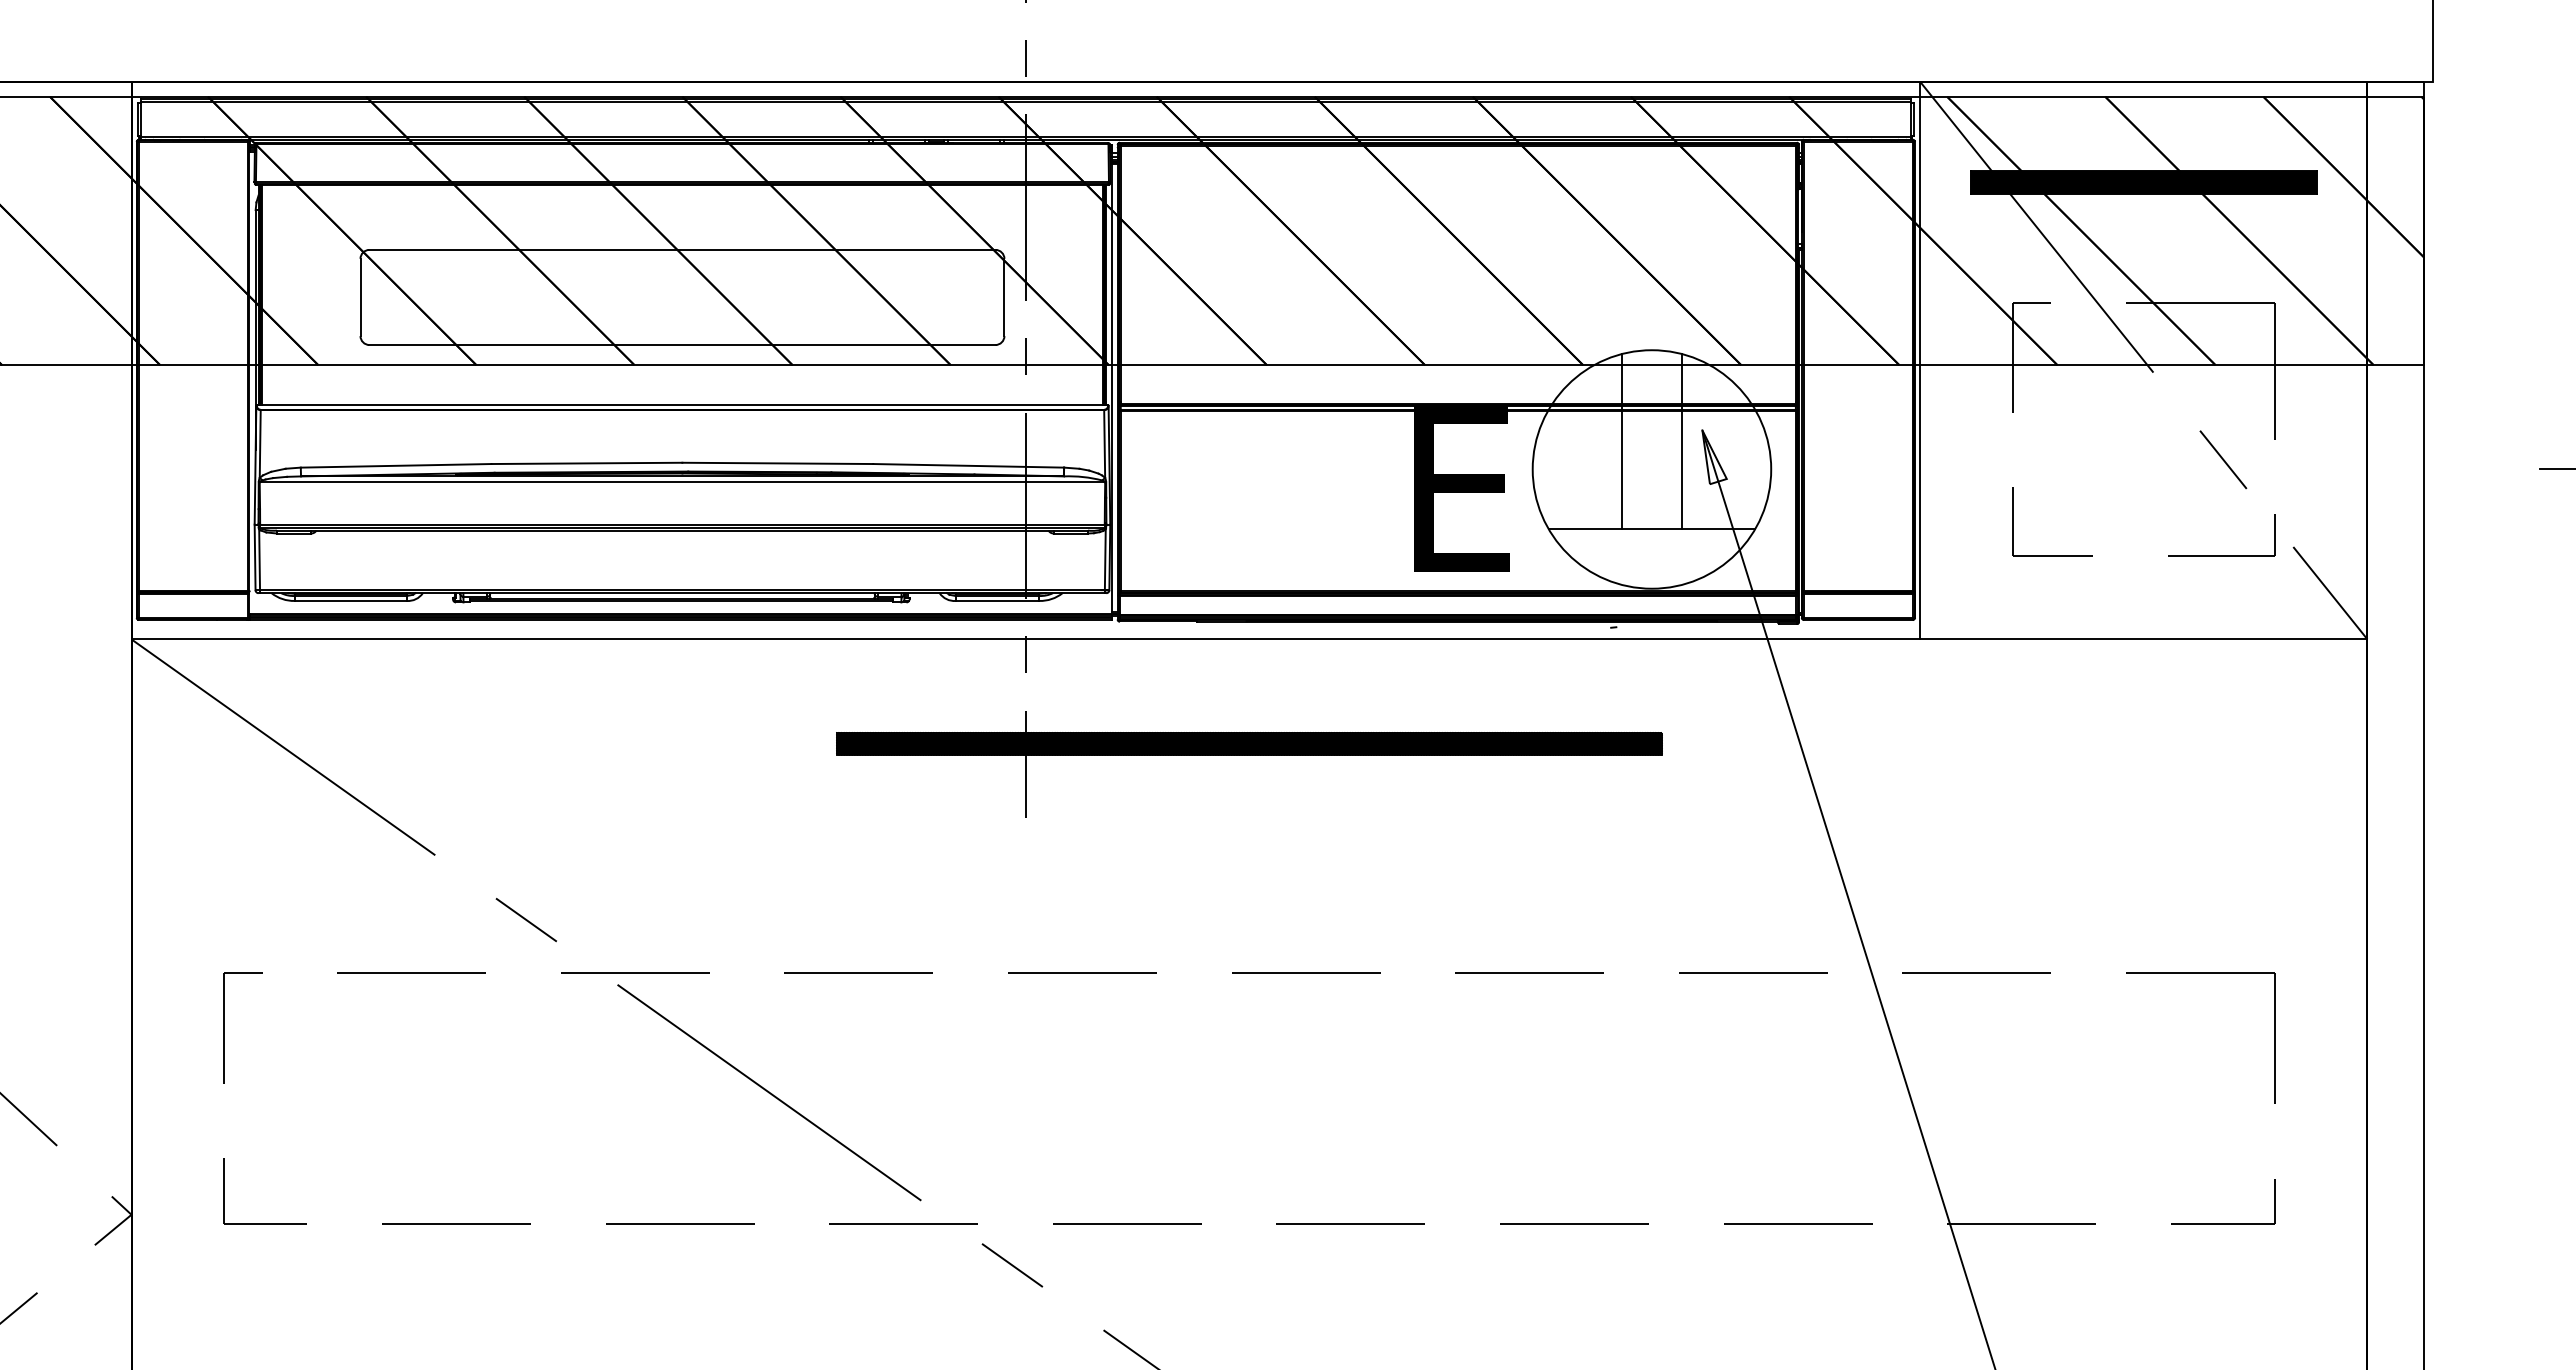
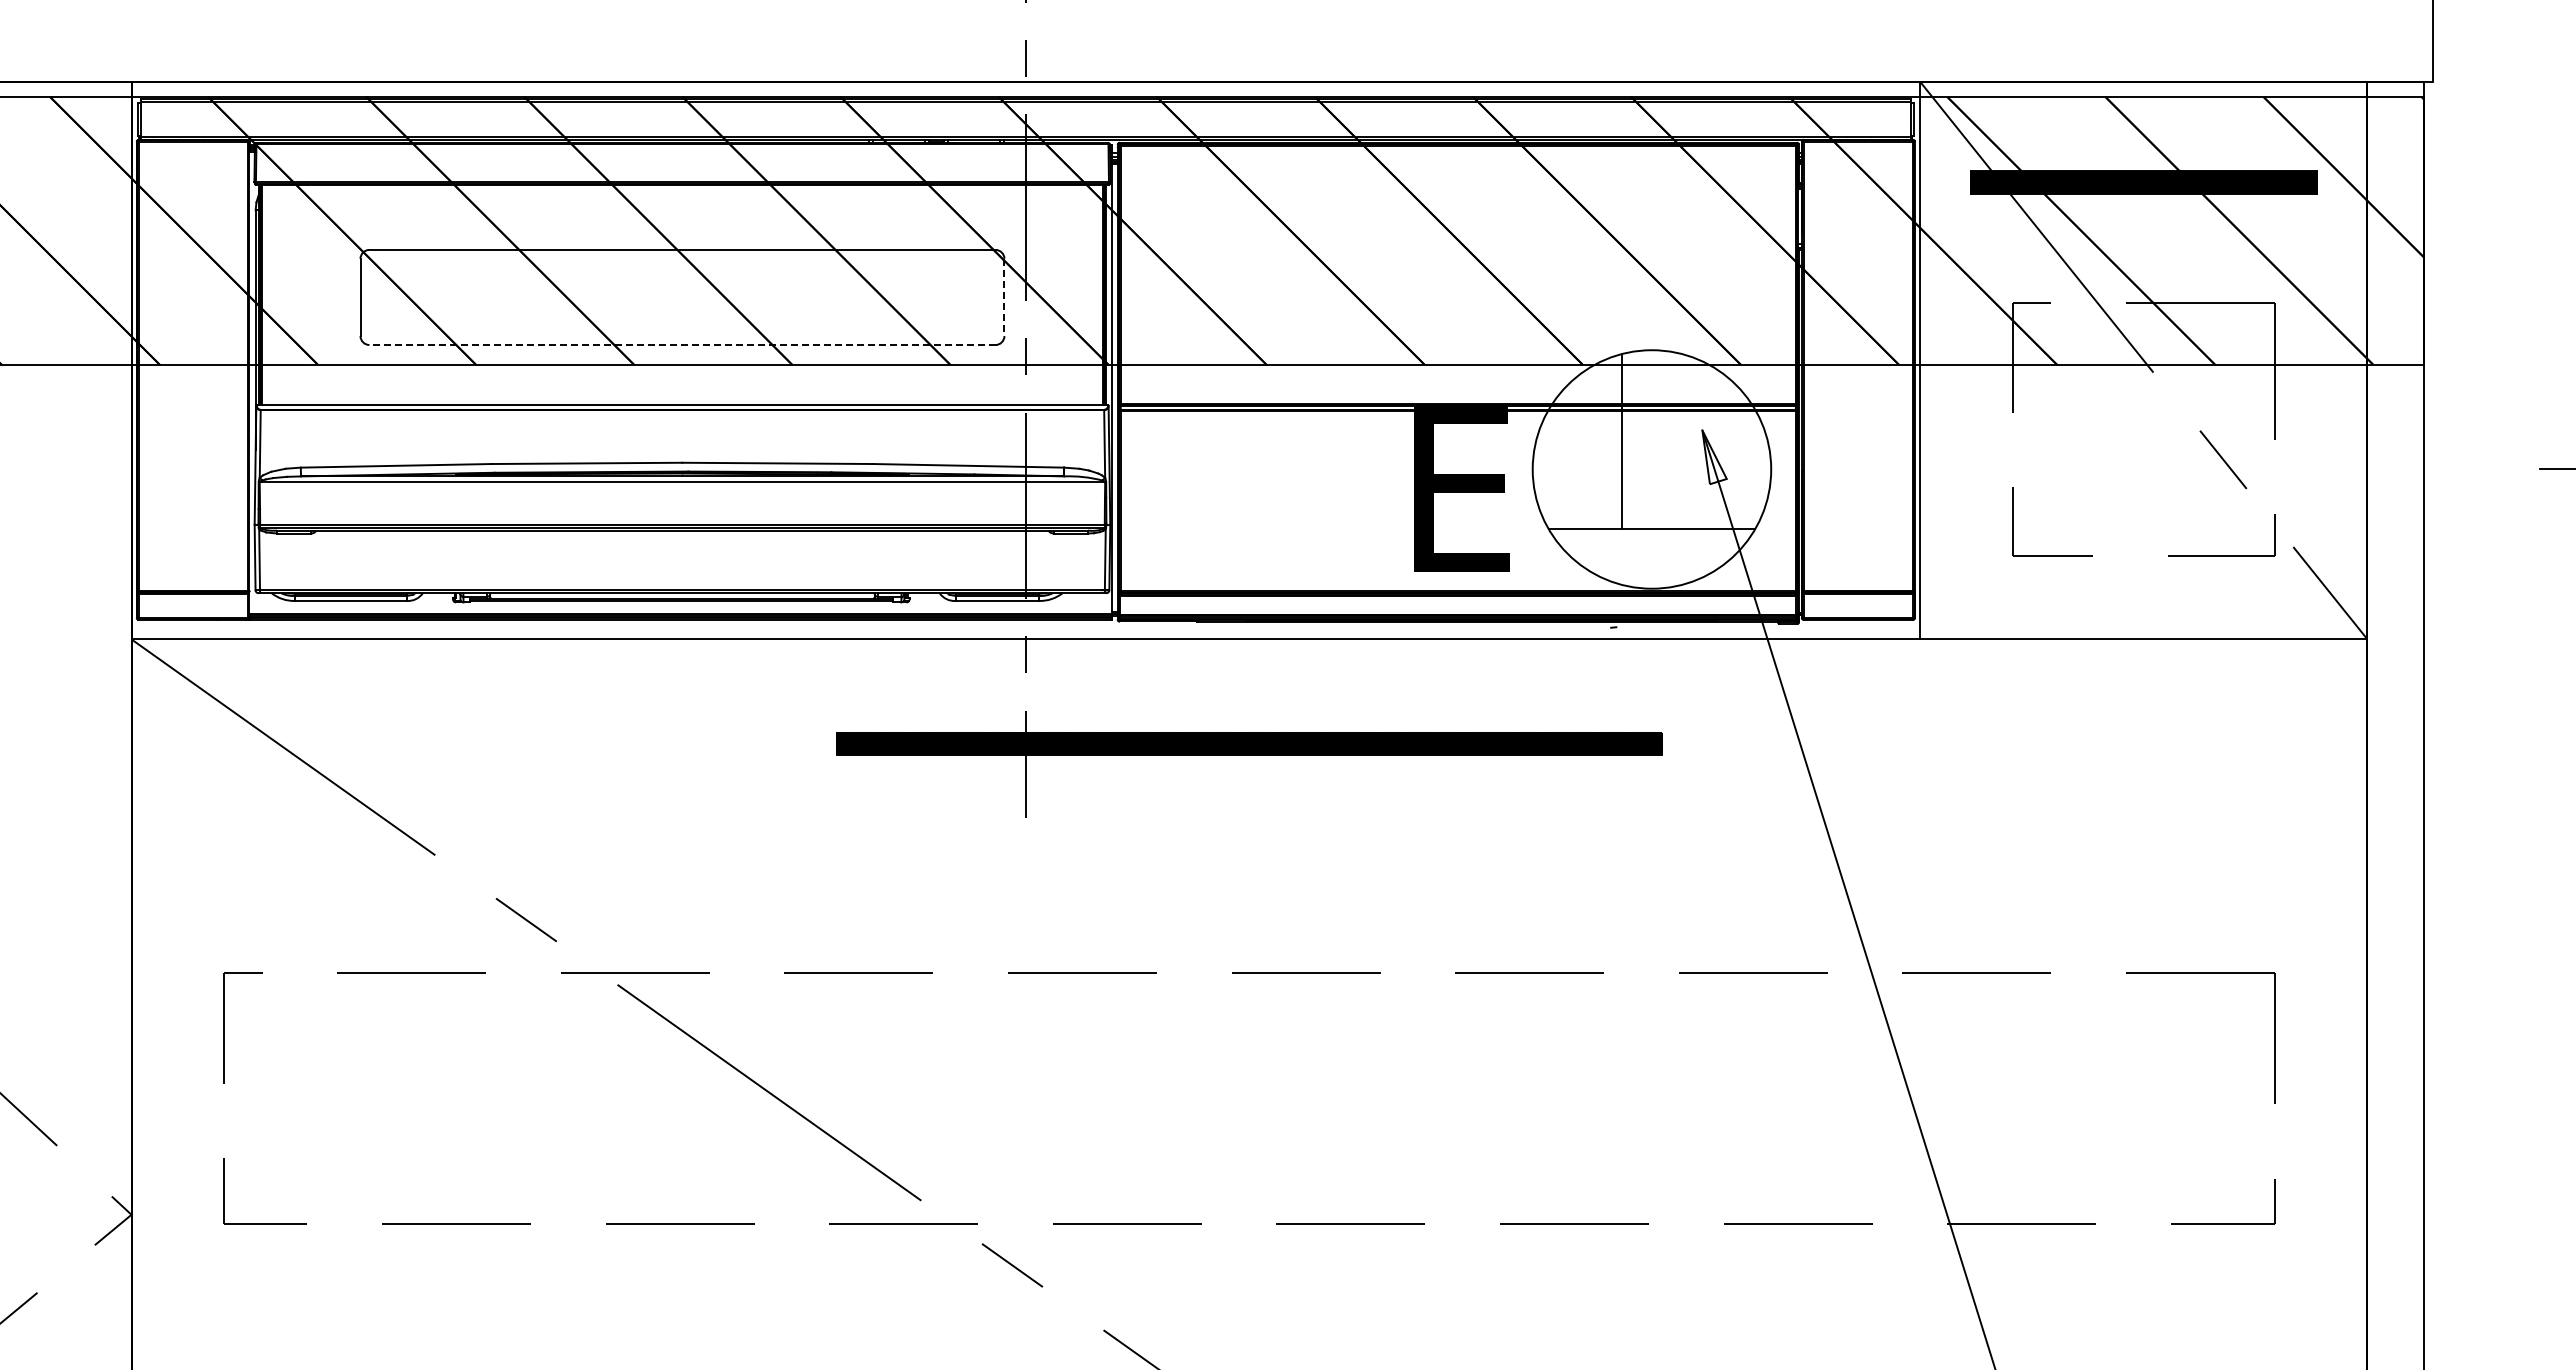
line at (1004, 297): solid -> dashed
line at (681, 345): solid -> dashed
line at (1681, 441): present -> none
